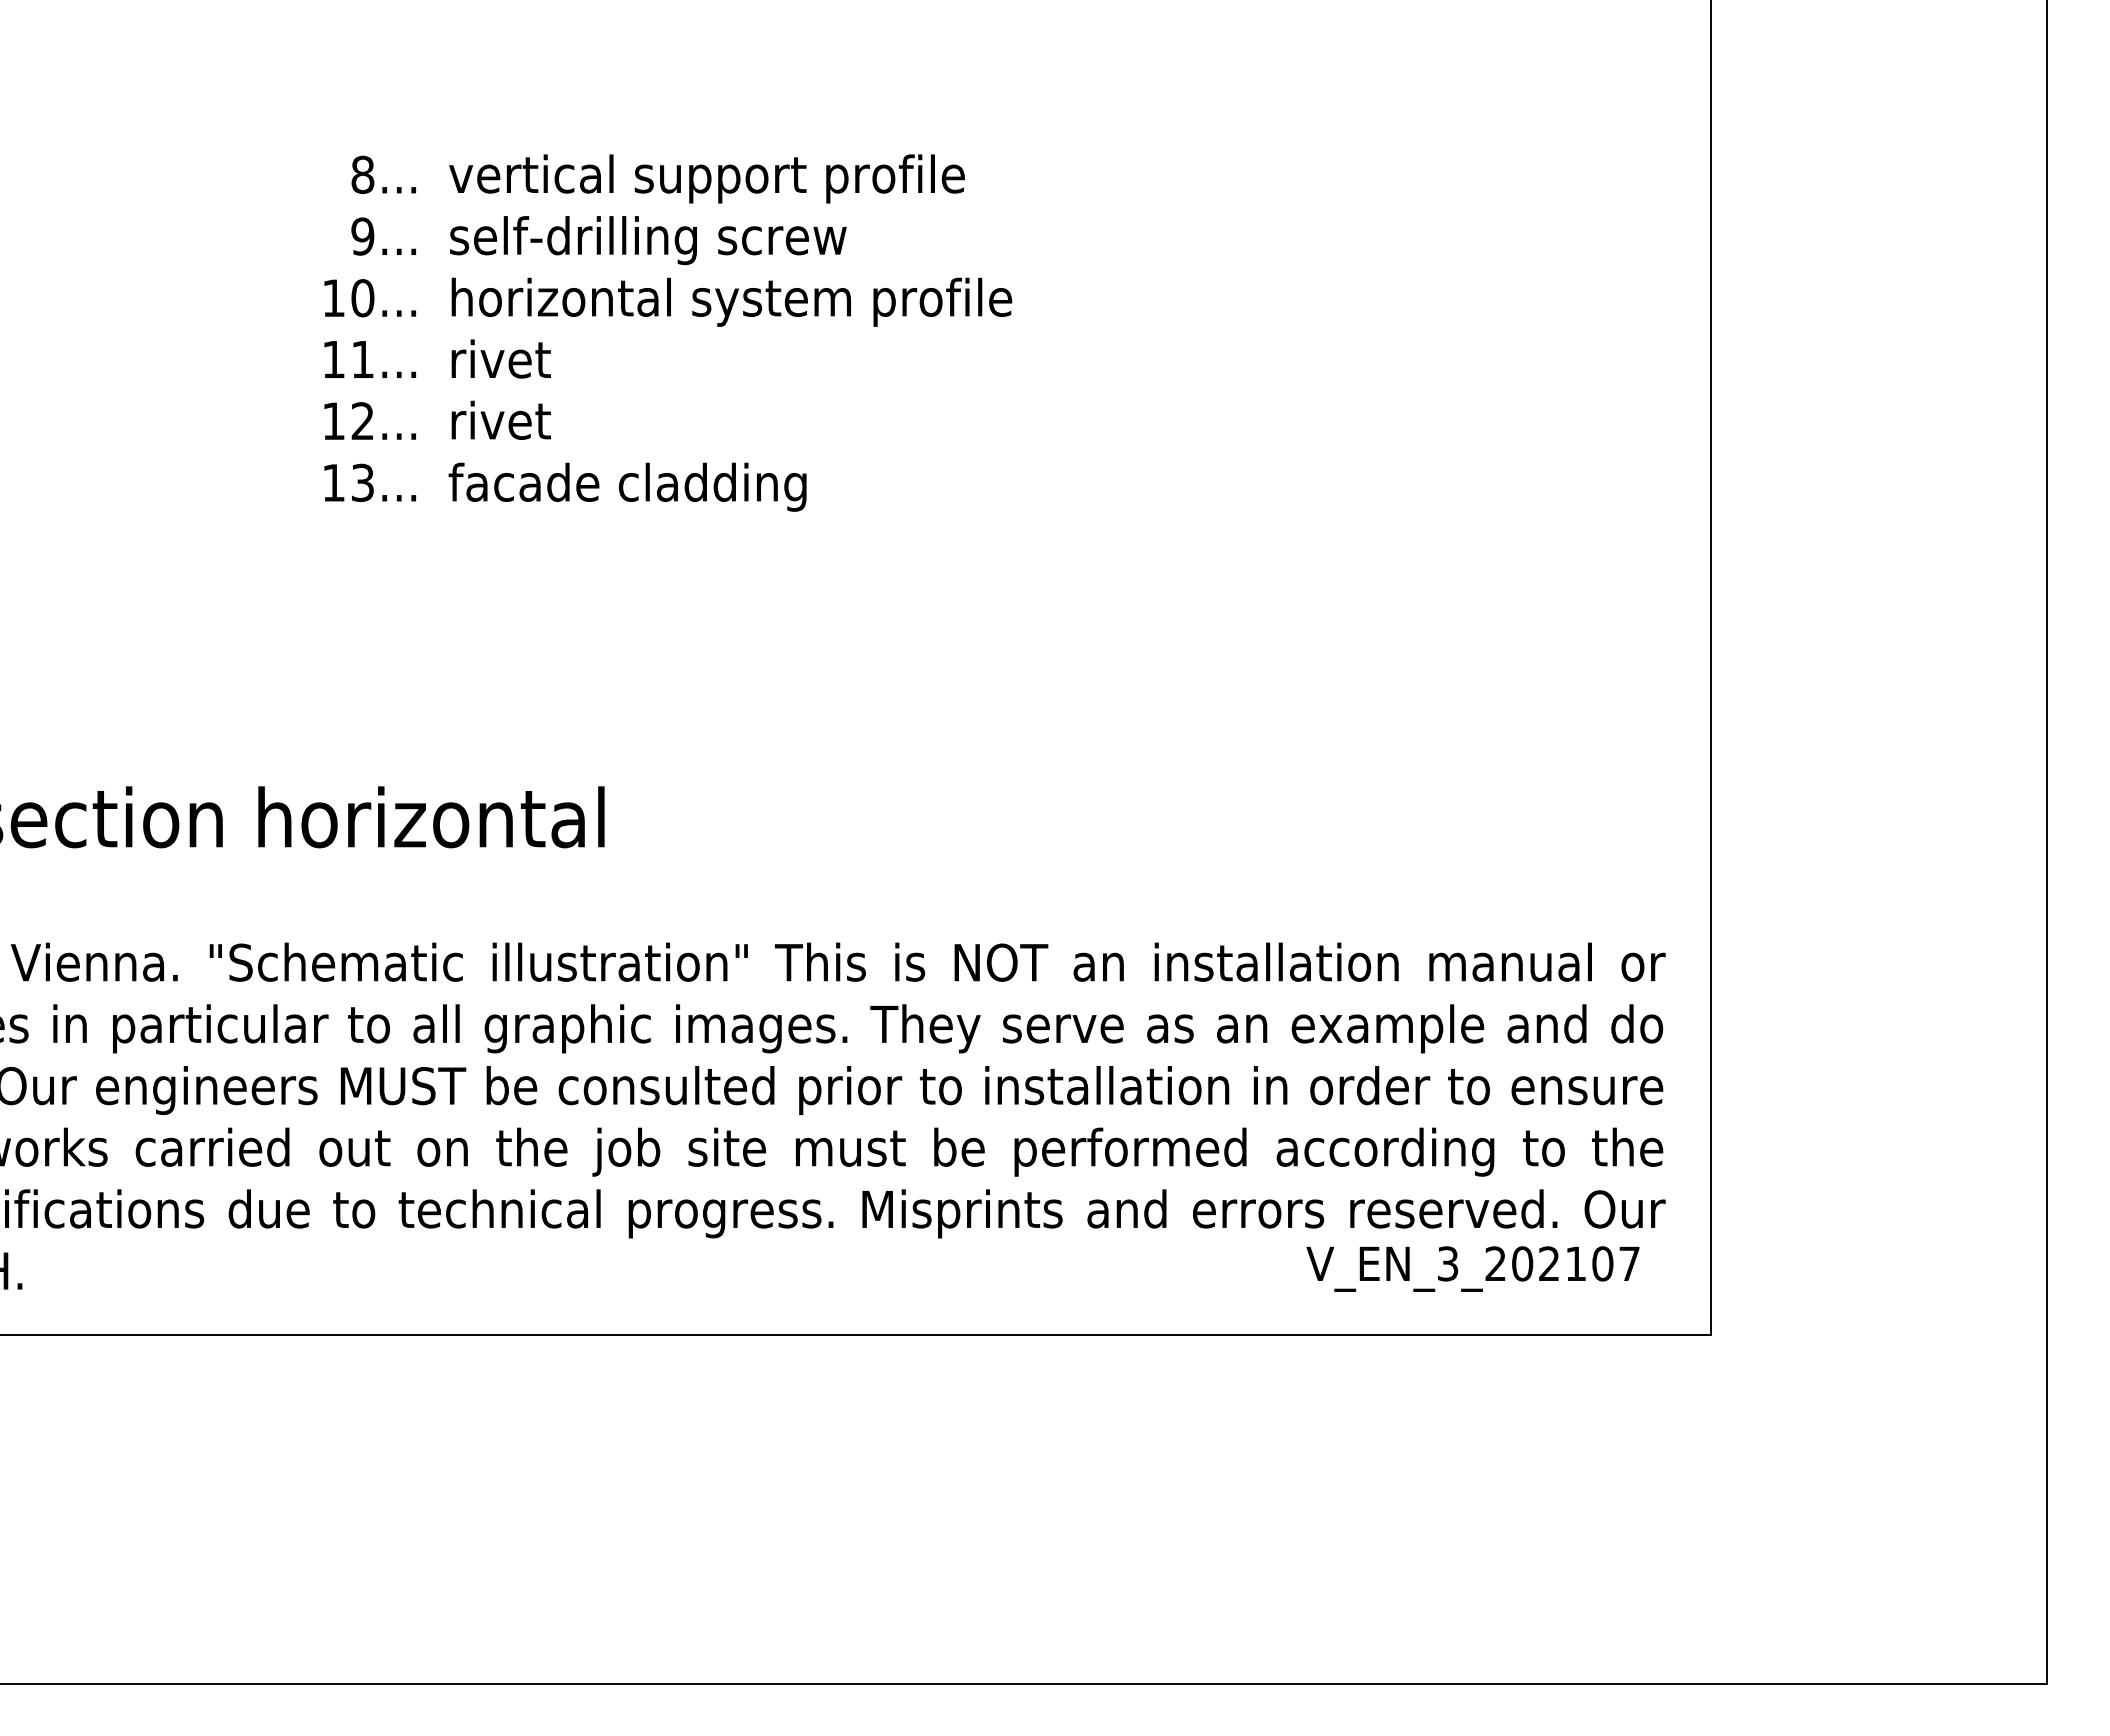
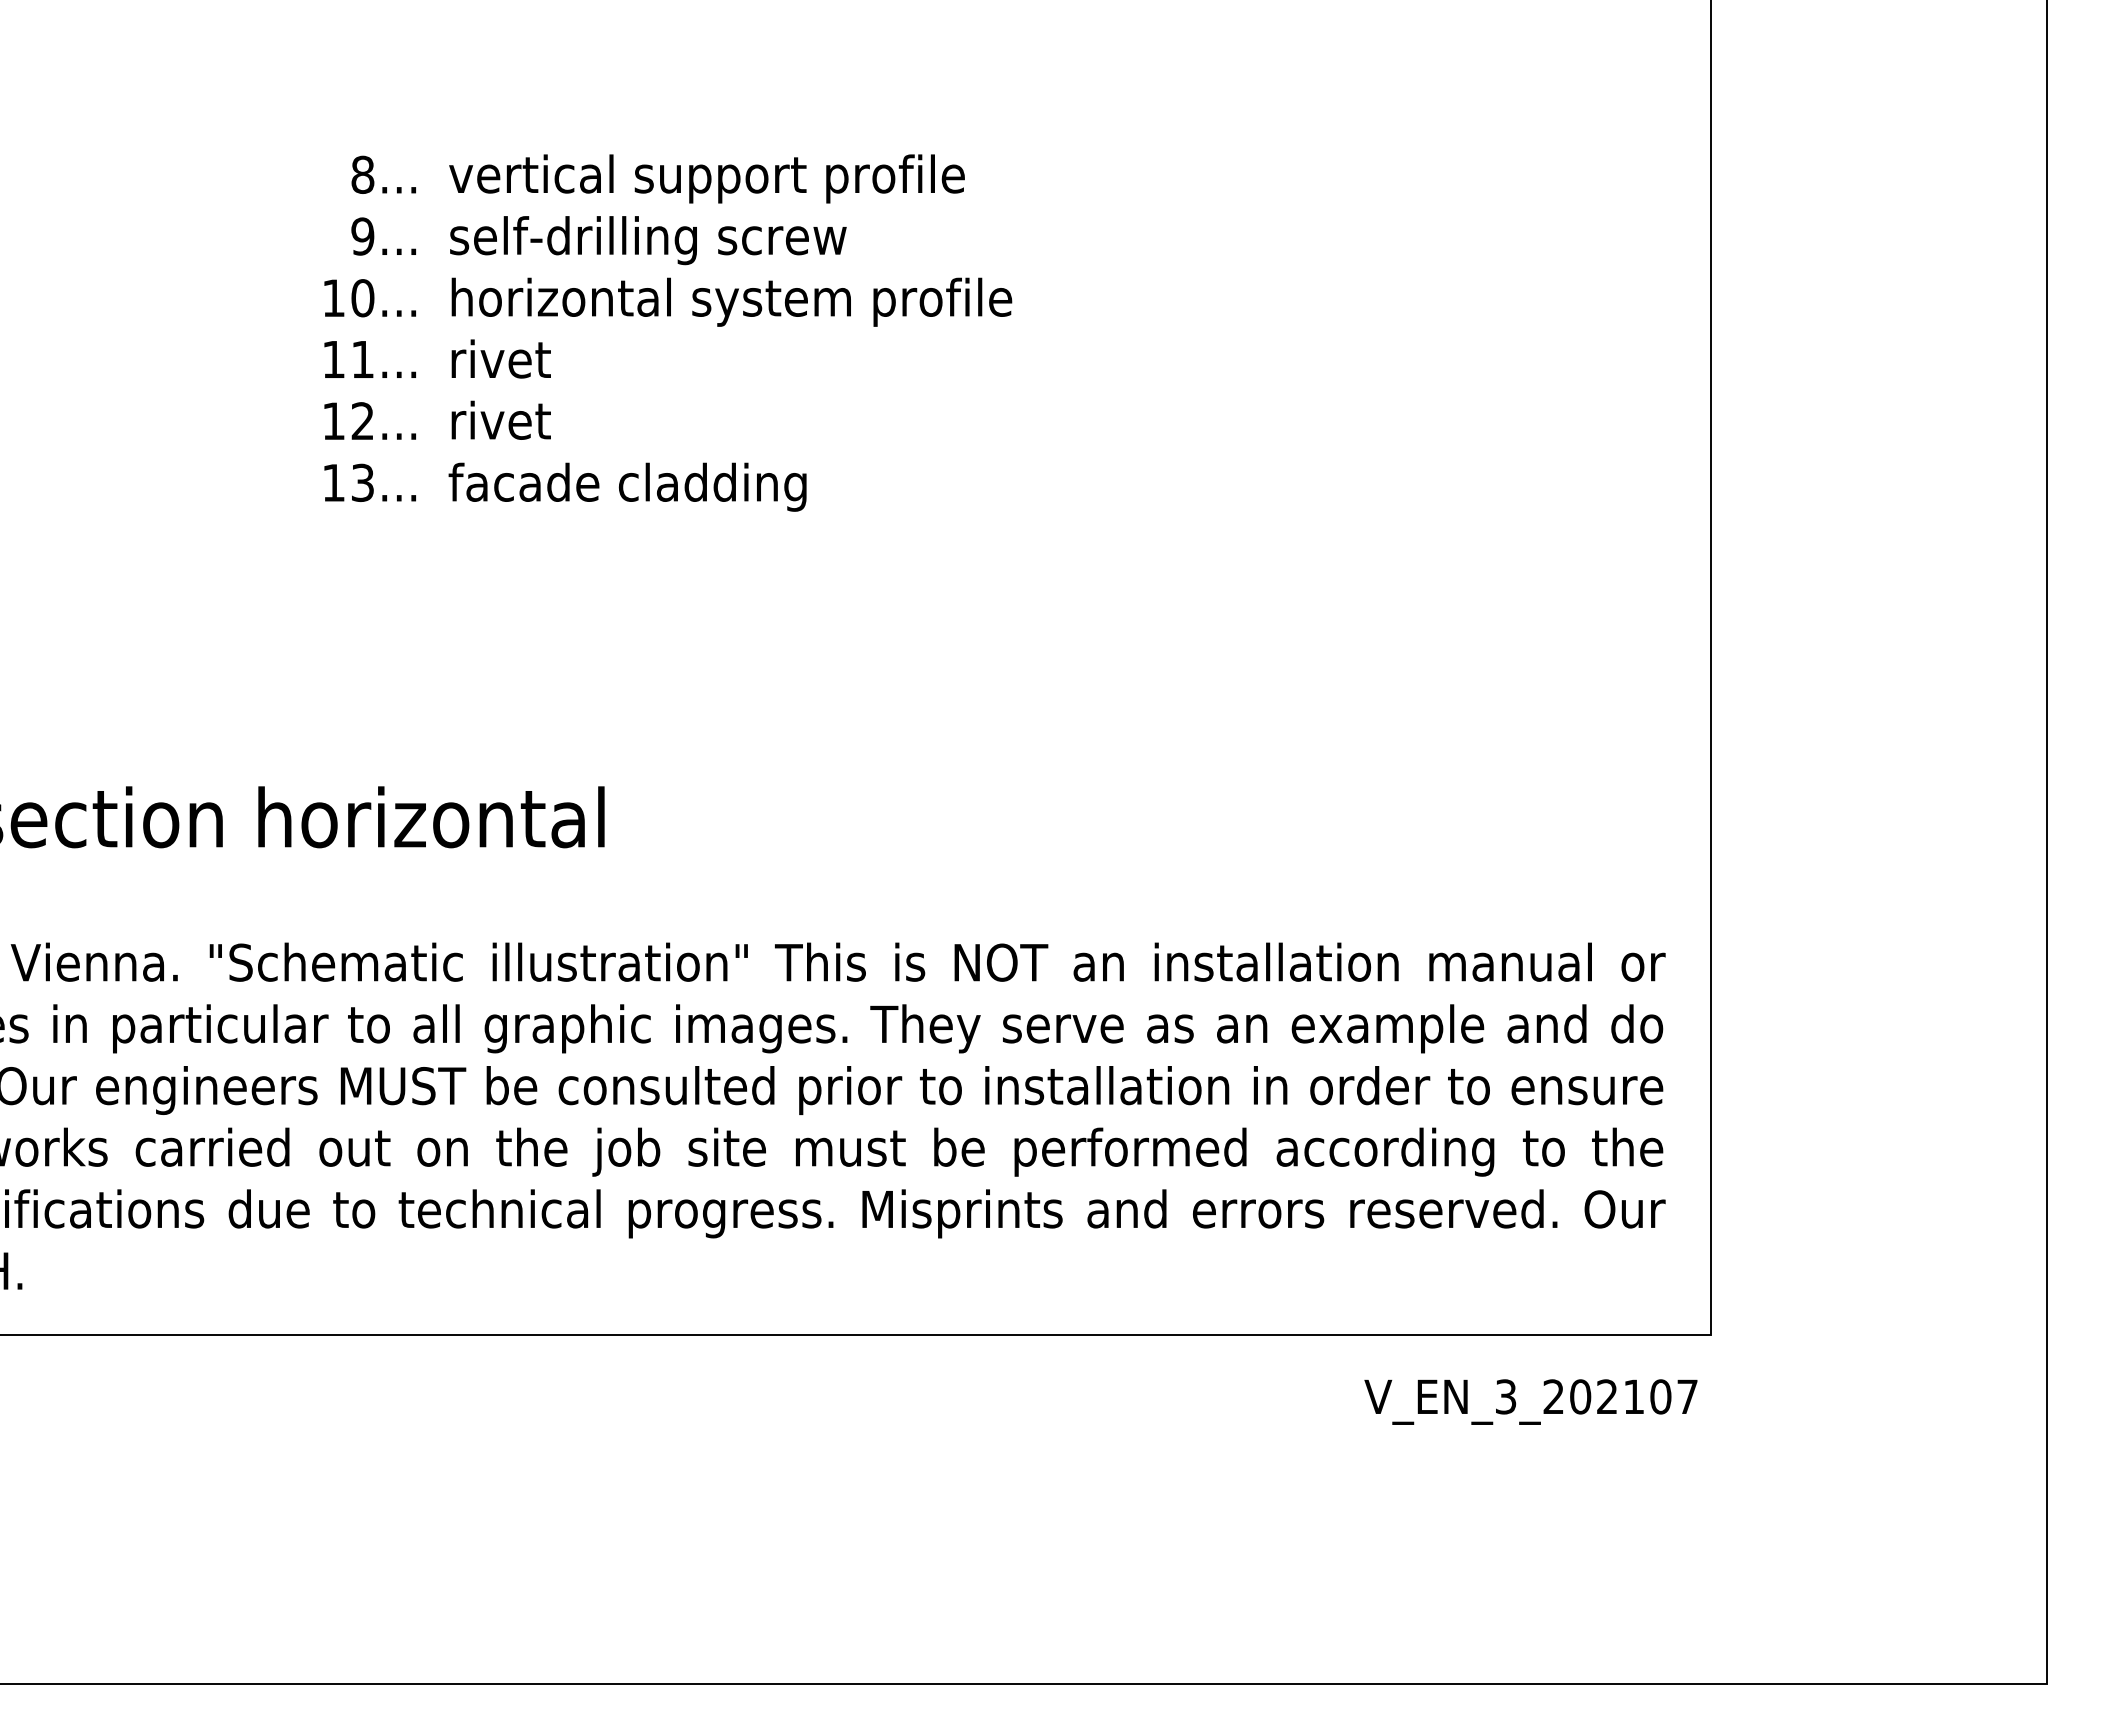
text at (1472, 1268) position: (1472, 1268) -> (1530, 1401)
